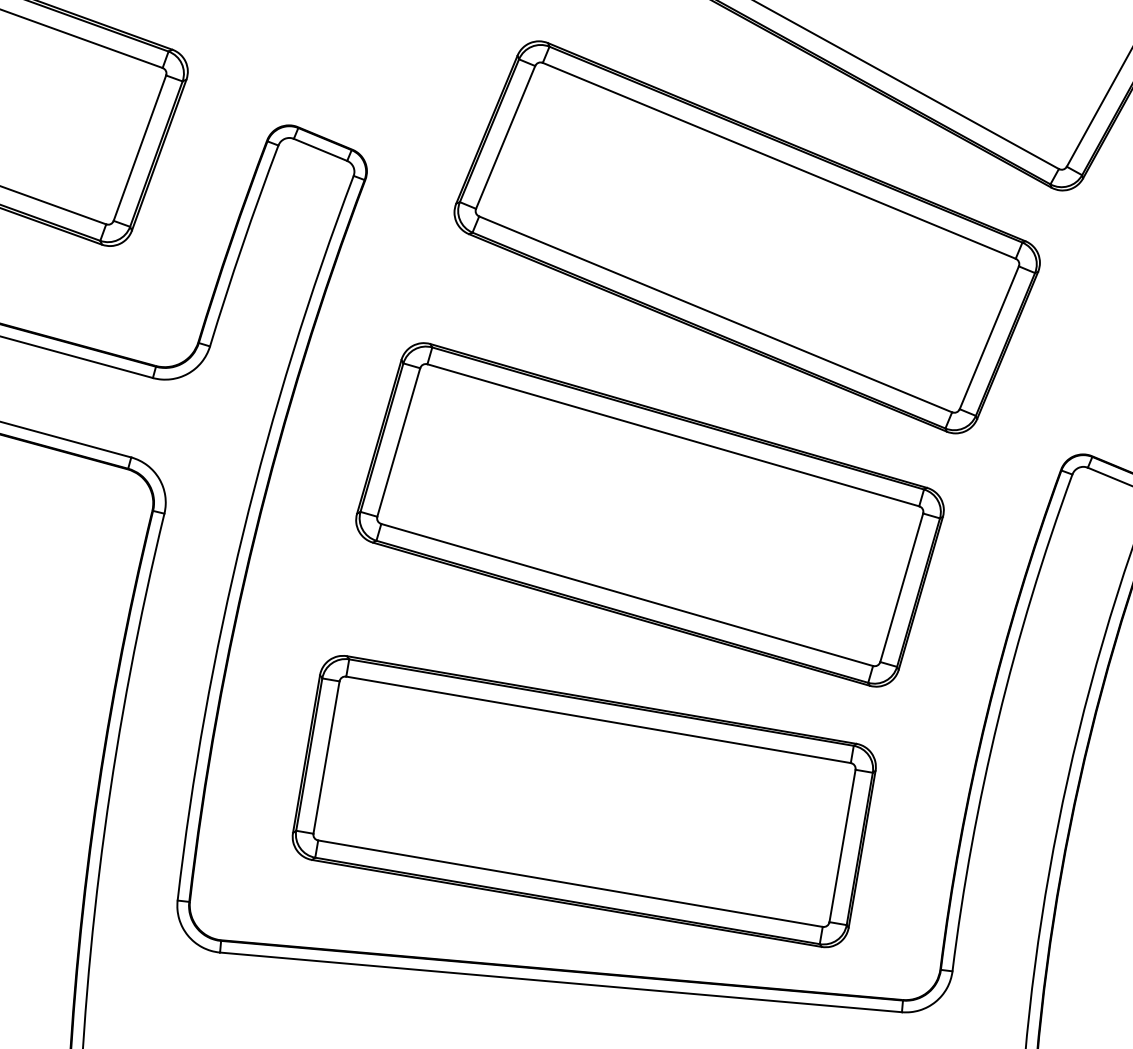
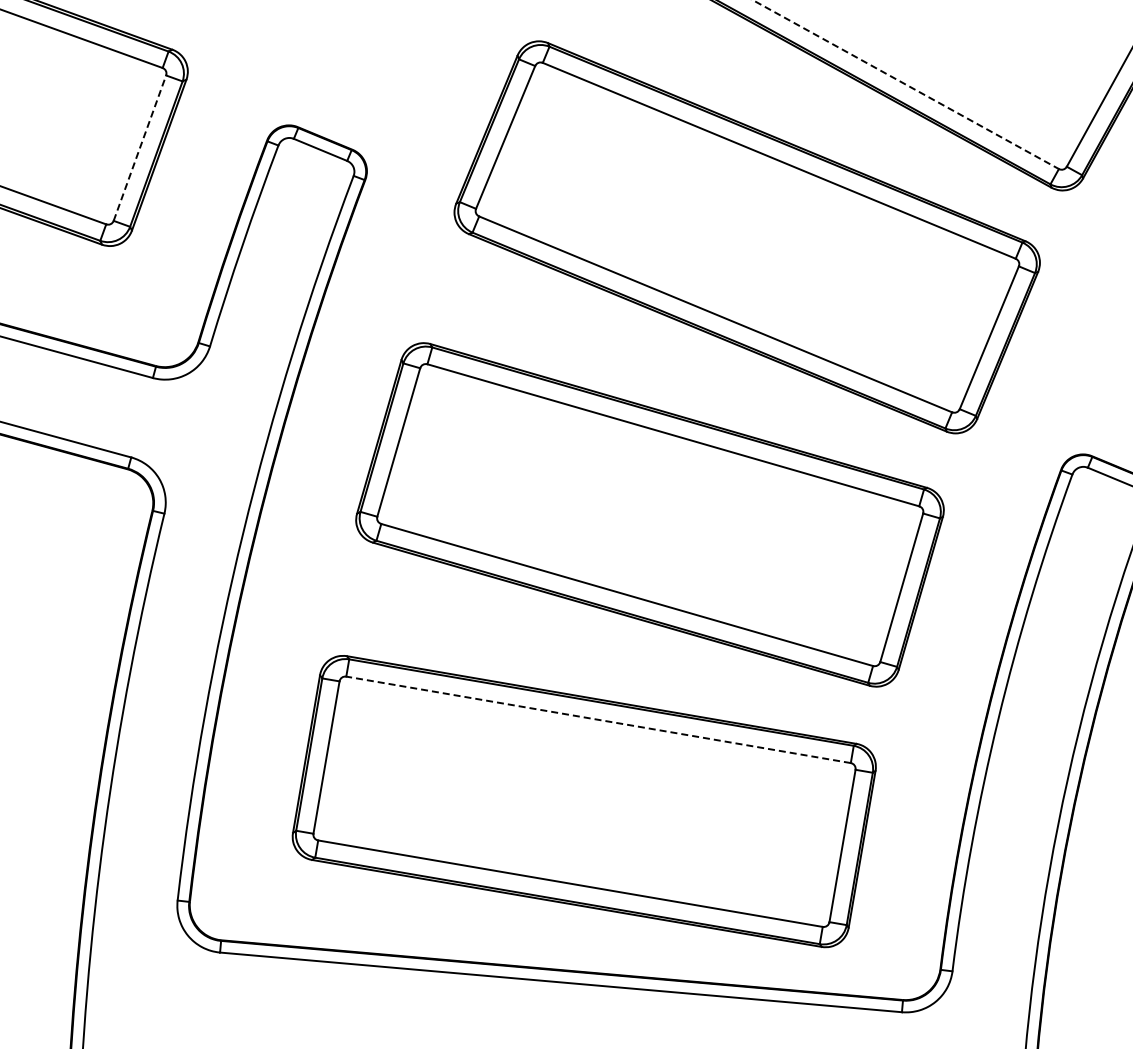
line at (905, 84): solid -> dashed
line at (140, 147): solid -> dashed
line at (598, 719): solid -> dashed
